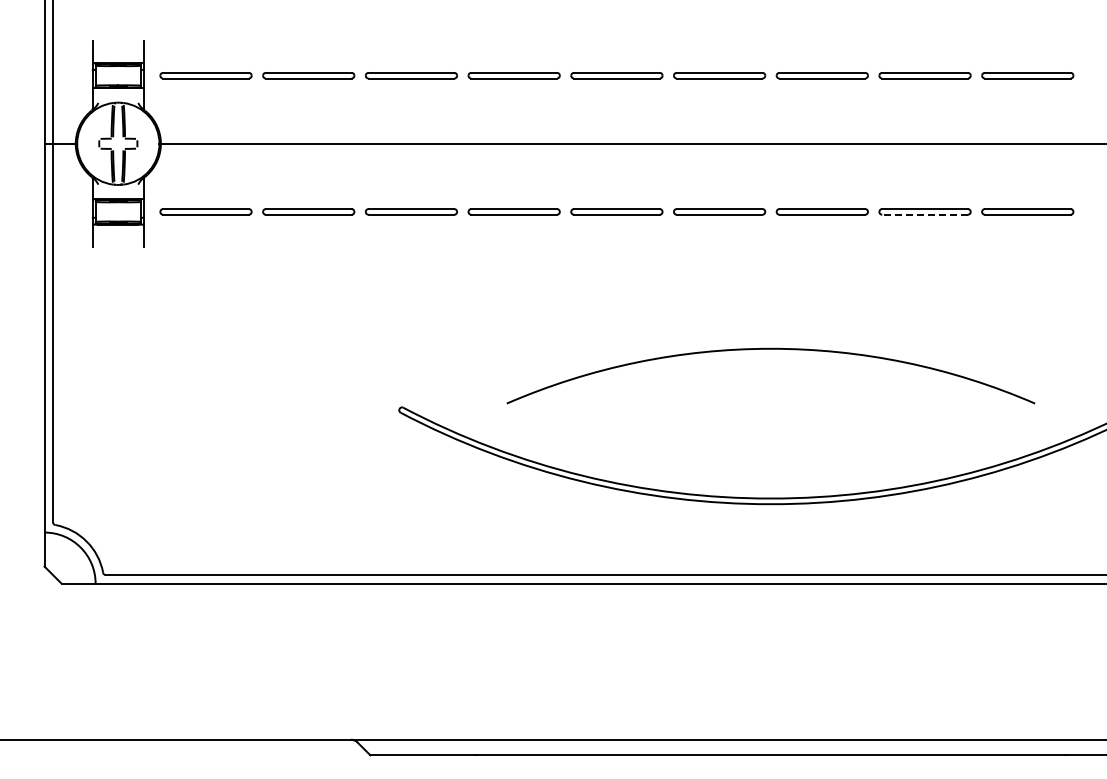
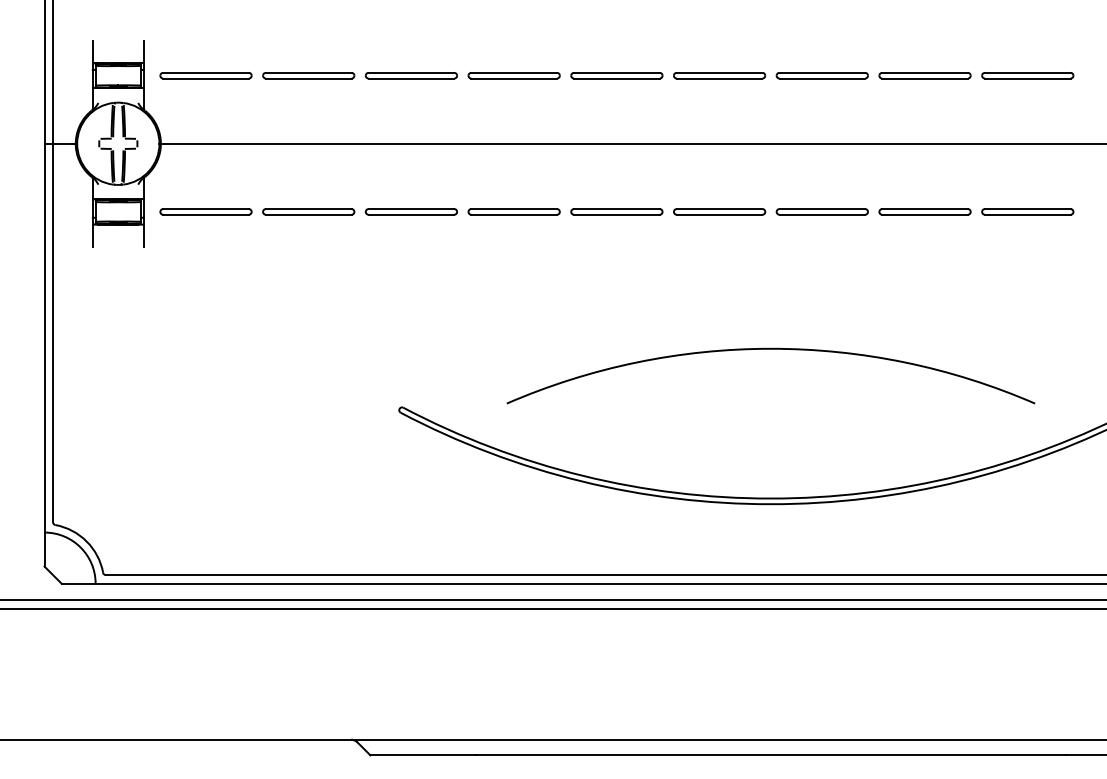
line at (925, 214): dashed -> solid
line at (552, 599): none -> present
line at (552, 609): none -> present
